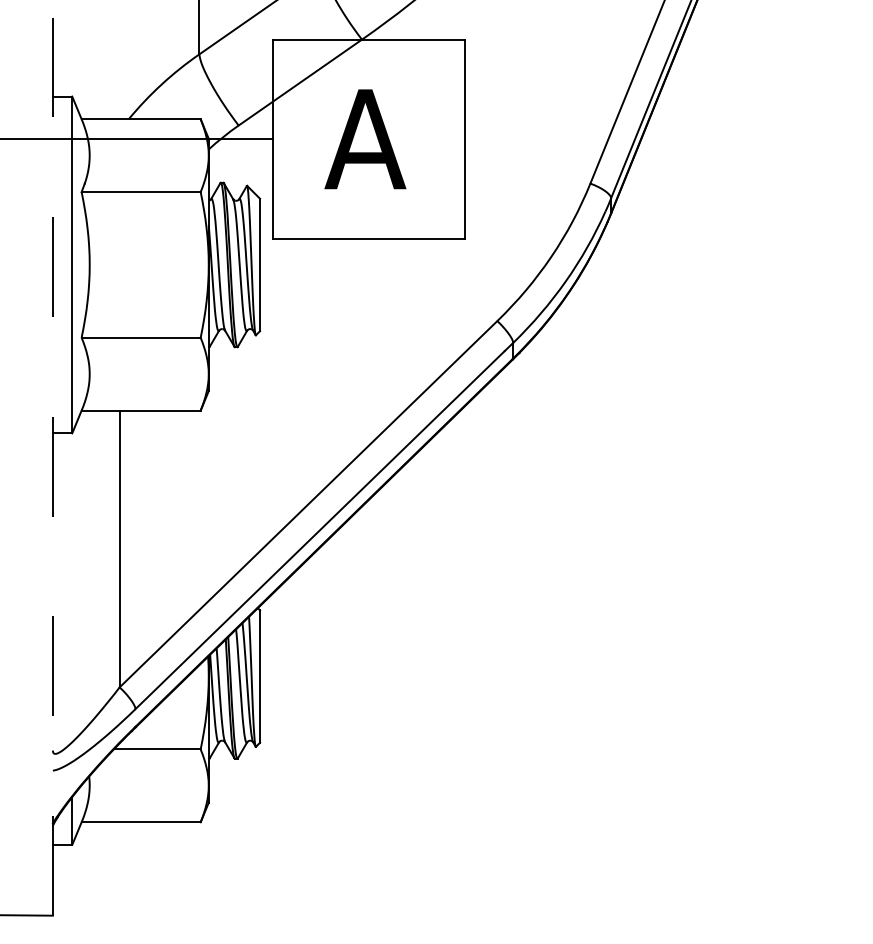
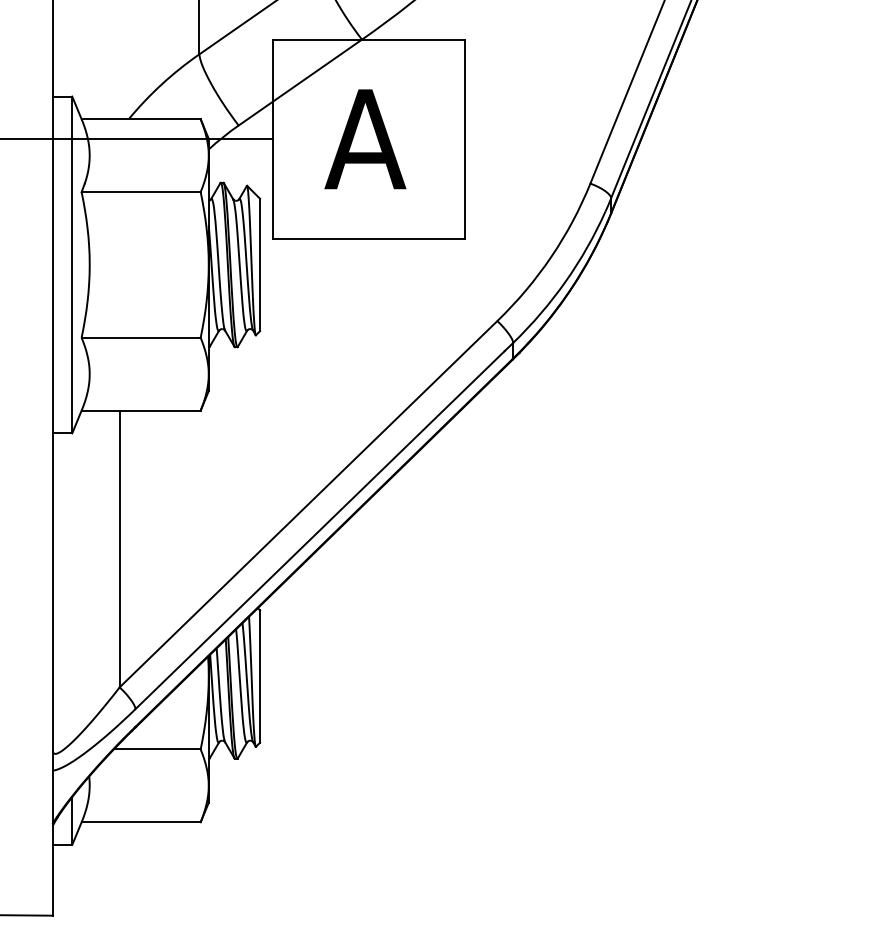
line at (52, 457): dashed -> solid
